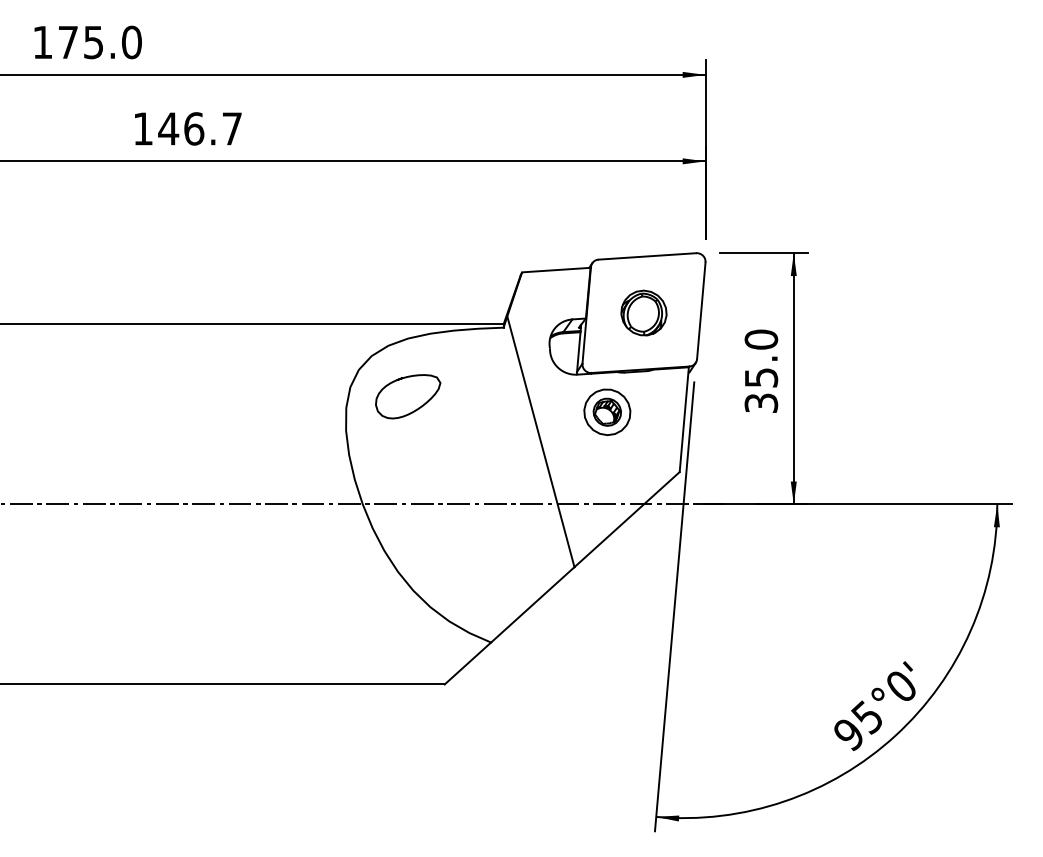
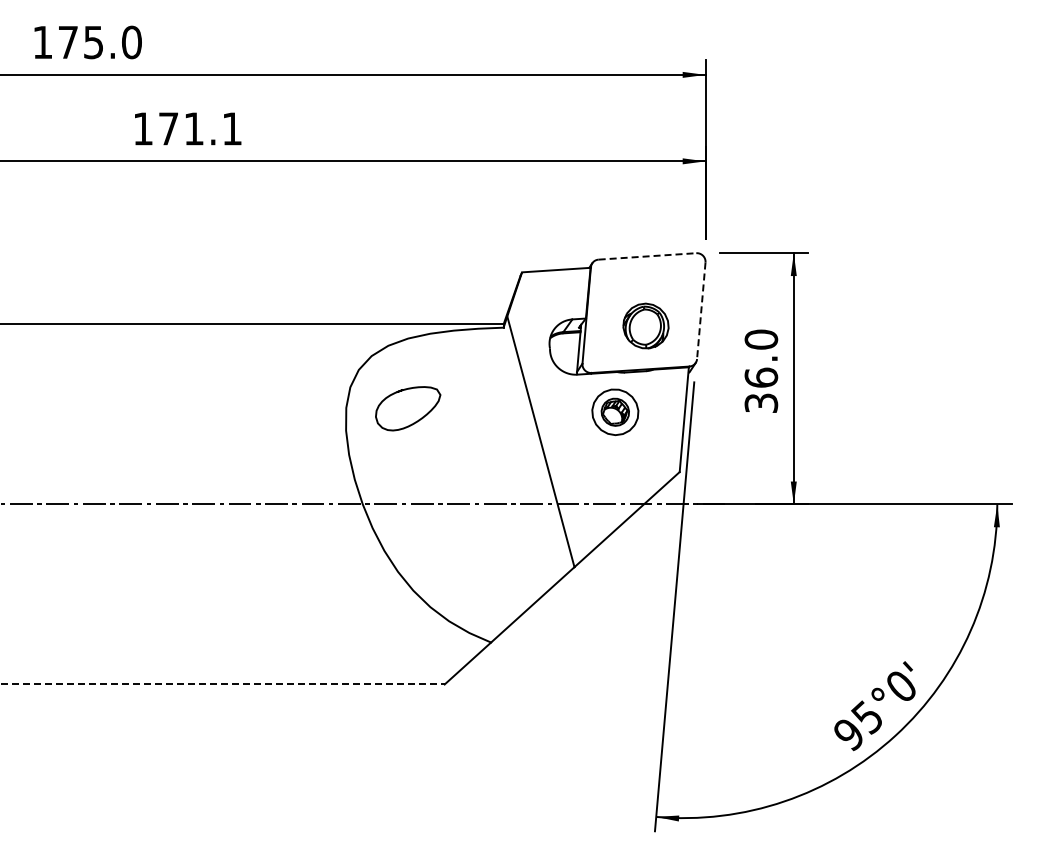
text at (199, 128): 146.7 -> 171.1
line at (647, 256): solid -> dashed
line at (701, 311): solid -> dashed
part at (643, 312) position: (643, 312) -> (645, 325)
text at (761, 377): 35.0 -> 36.0
curve at (415, 409) position: (415, 409) -> (415, 421)
part at (607, 412) position: (607, 412) -> (615, 412)
line at (222, 684): solid -> dashed
